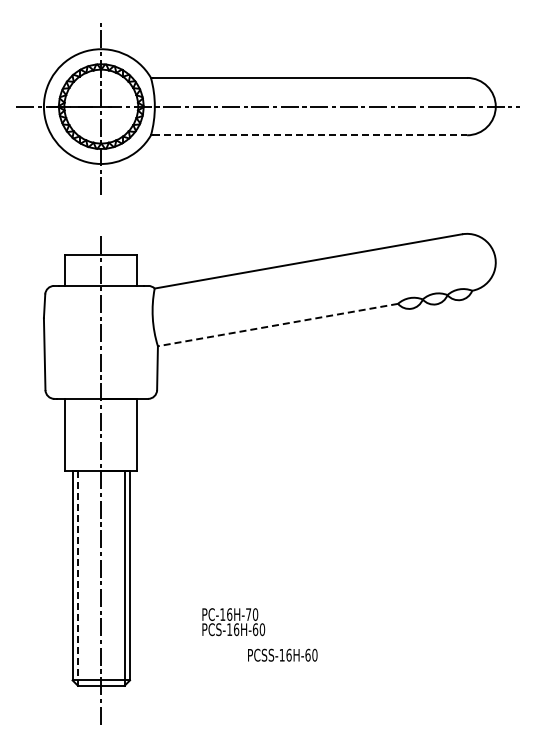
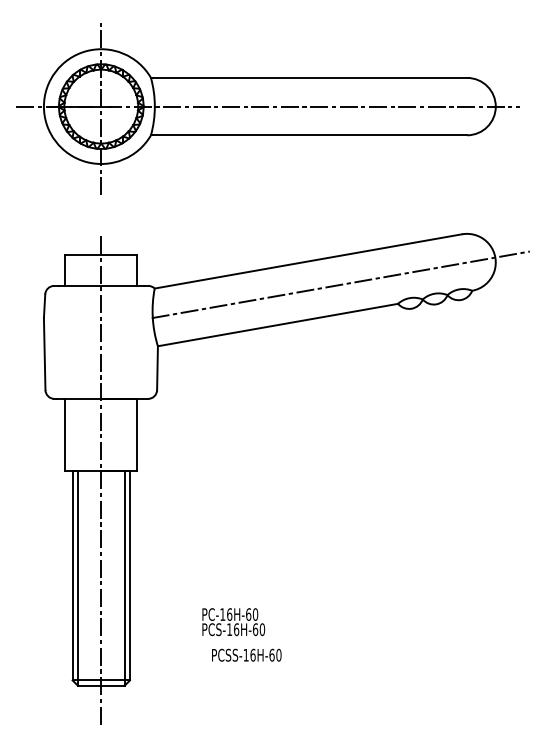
line at (310, 135): dashed -> solid
line at (340, 284): none -> present
line at (278, 325): dashed -> solid
line at (78, 578): dashed -> solid
text at (248, 614): PC-16H-70 -> PC-16H-60
text at (282, 654) position: (282, 654) -> (246, 654)
